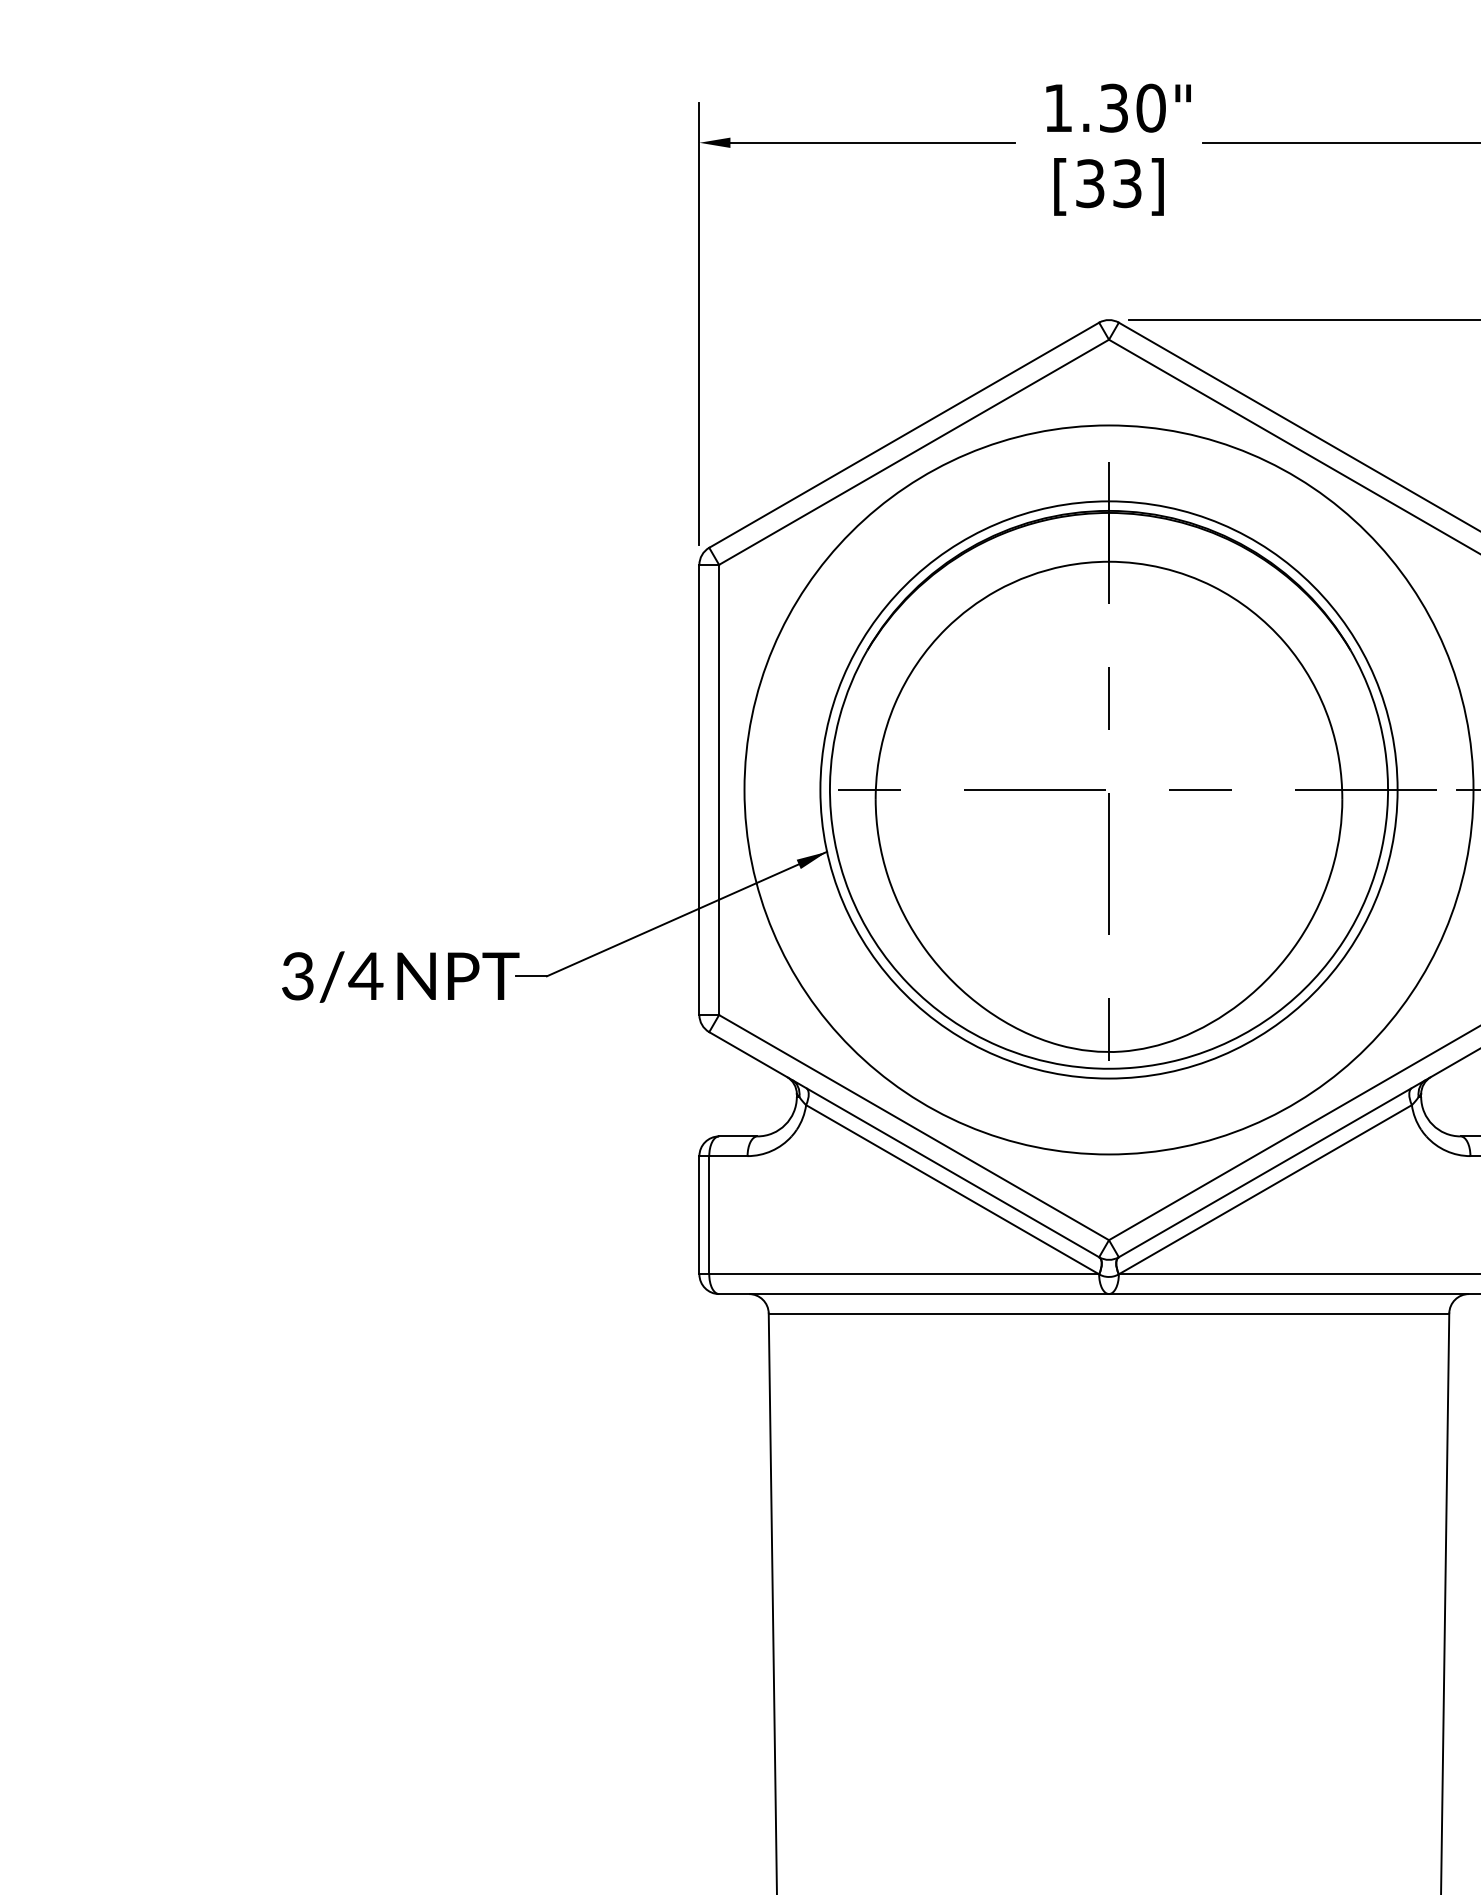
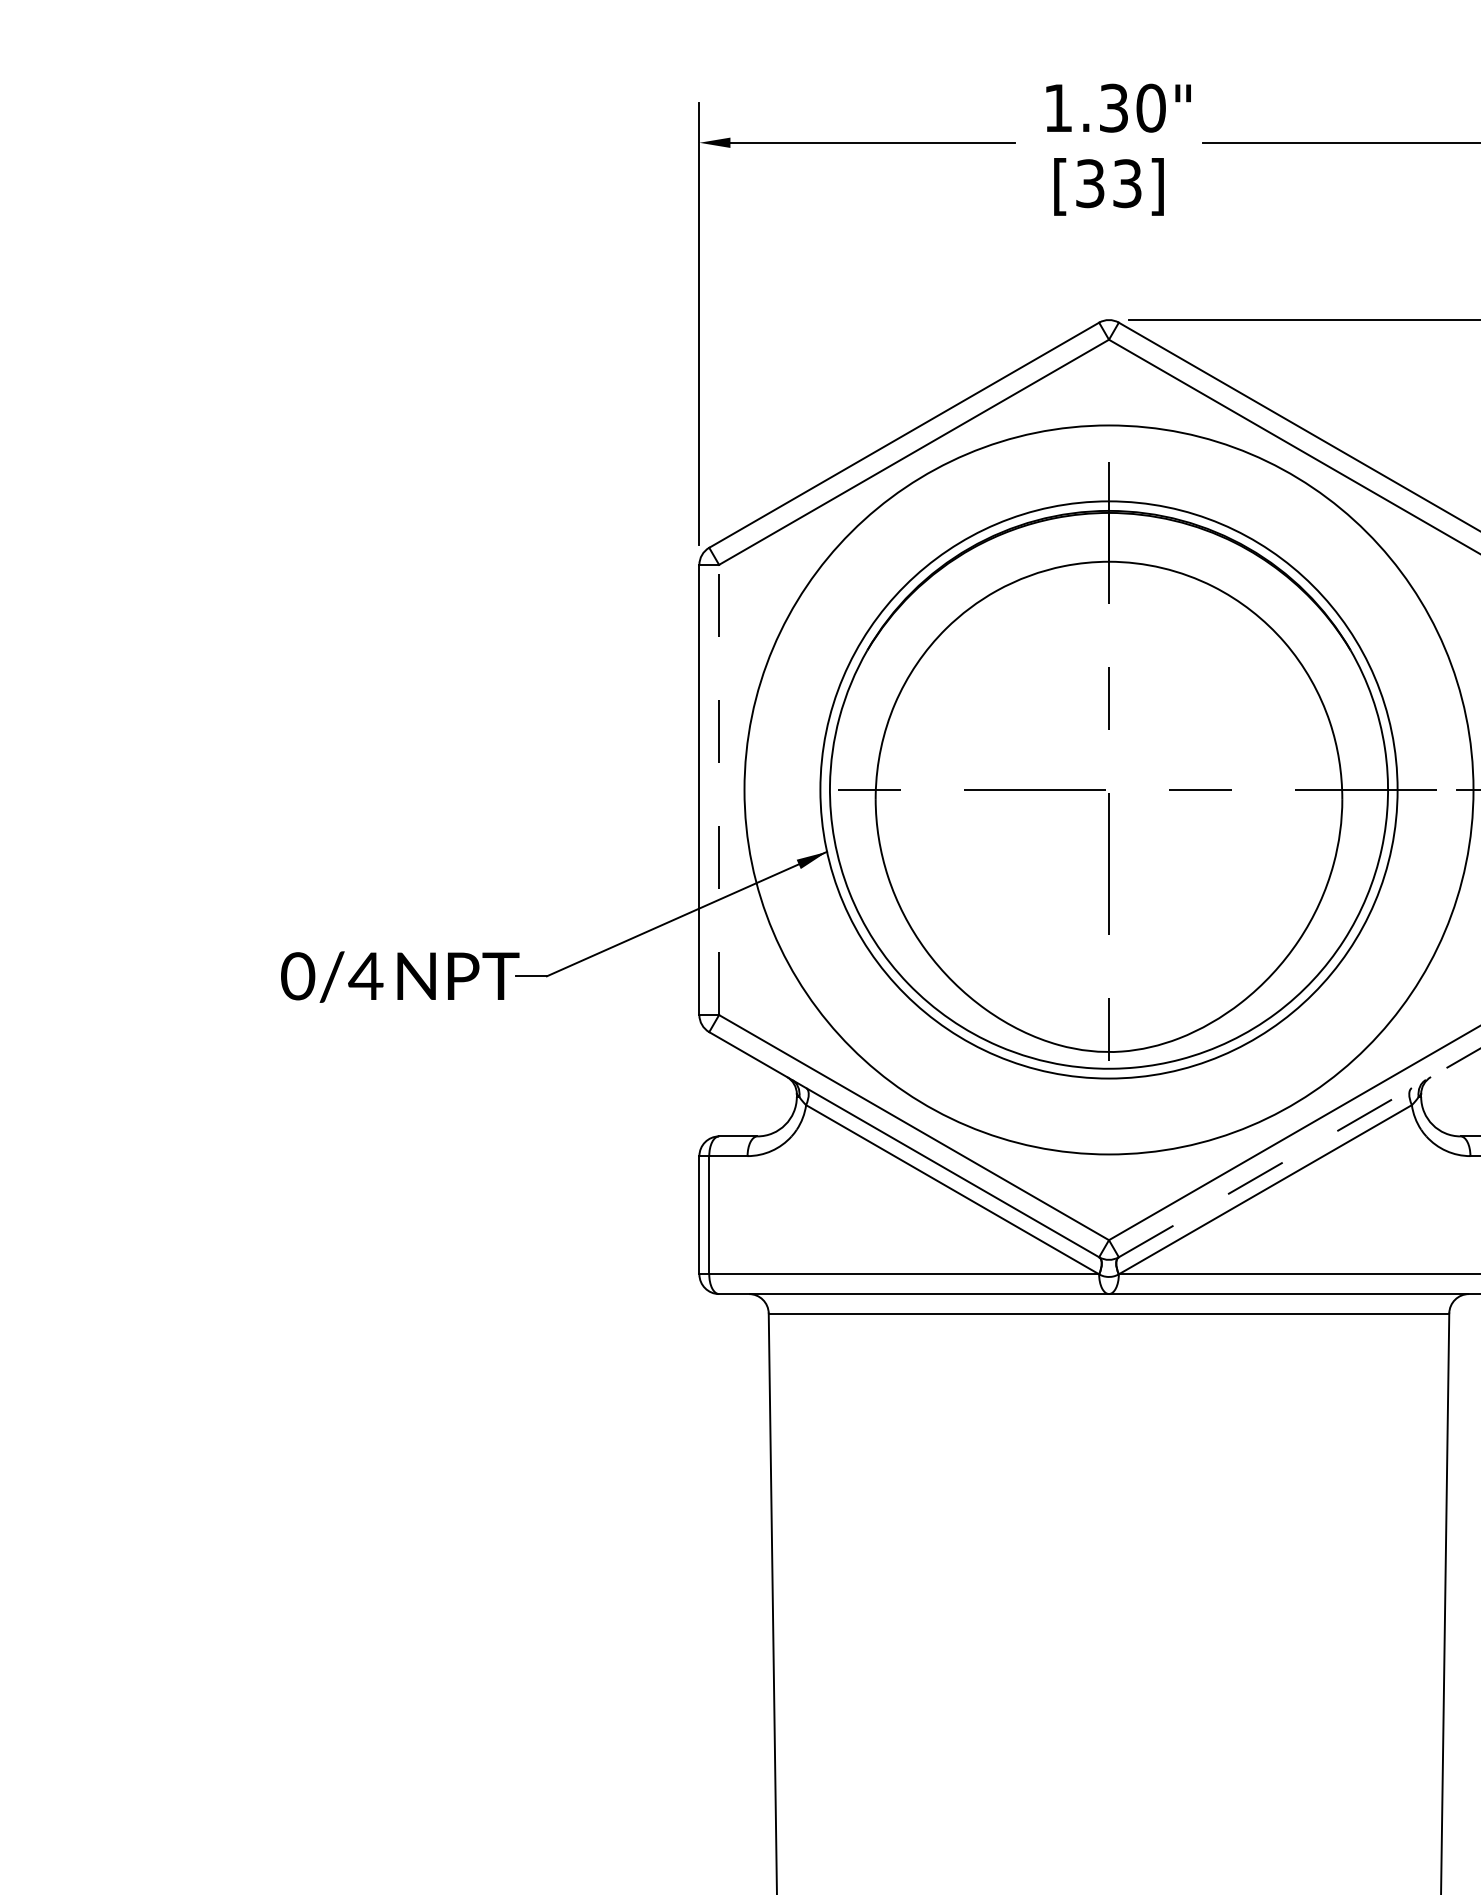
line at (719, 789): solid -> dashed
text at (298, 976): 3/4 -> 0/4
line at (1299, 1152): solid -> dashed
